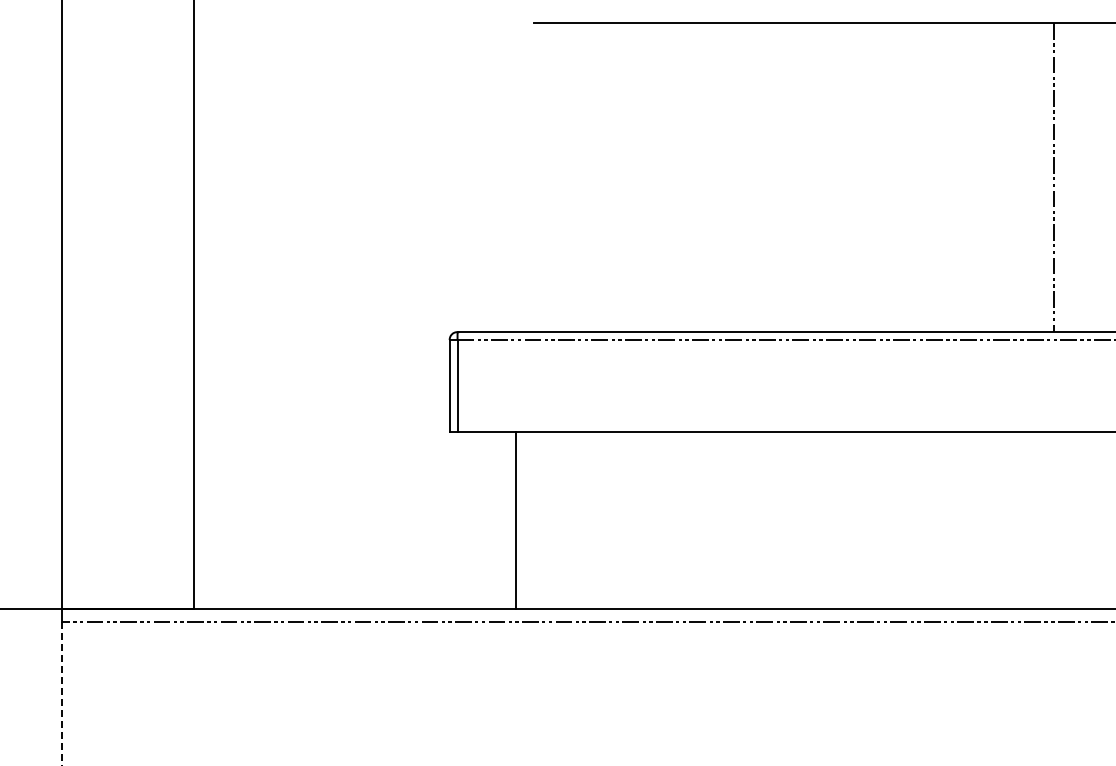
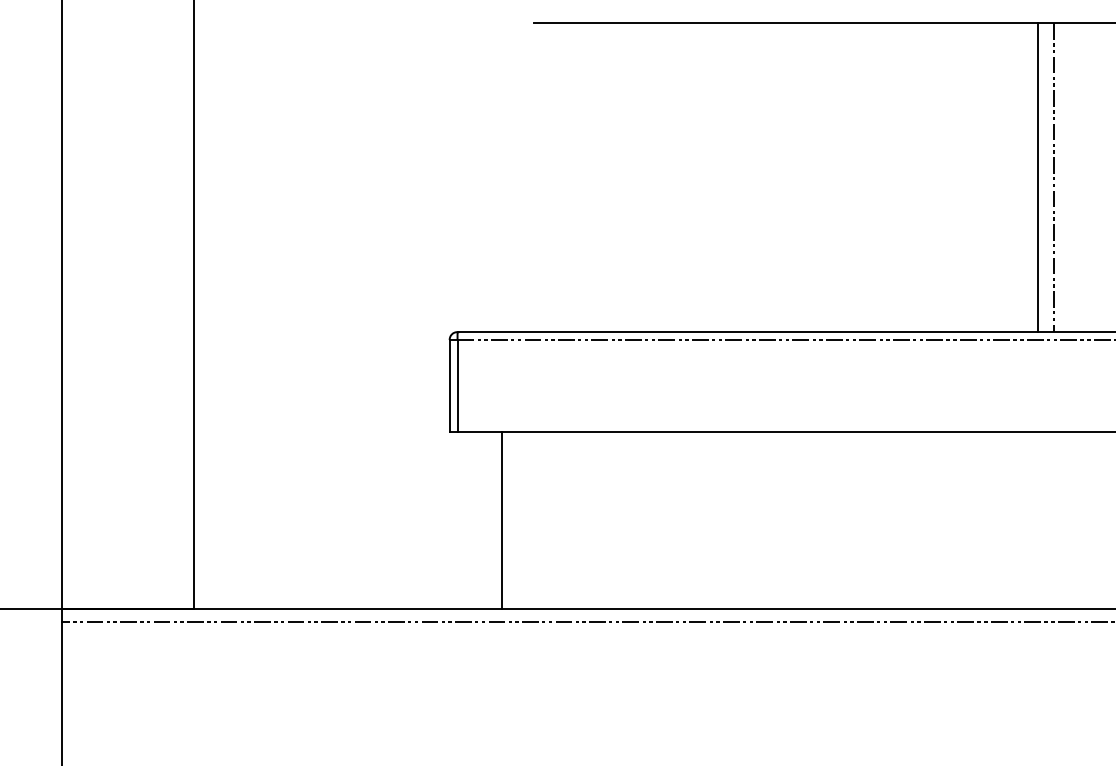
line at (1037, 177): none -> present
line at (516, 520) position: (516, 520) -> (502, 520)
line at (61, 694): dashed -> solid
